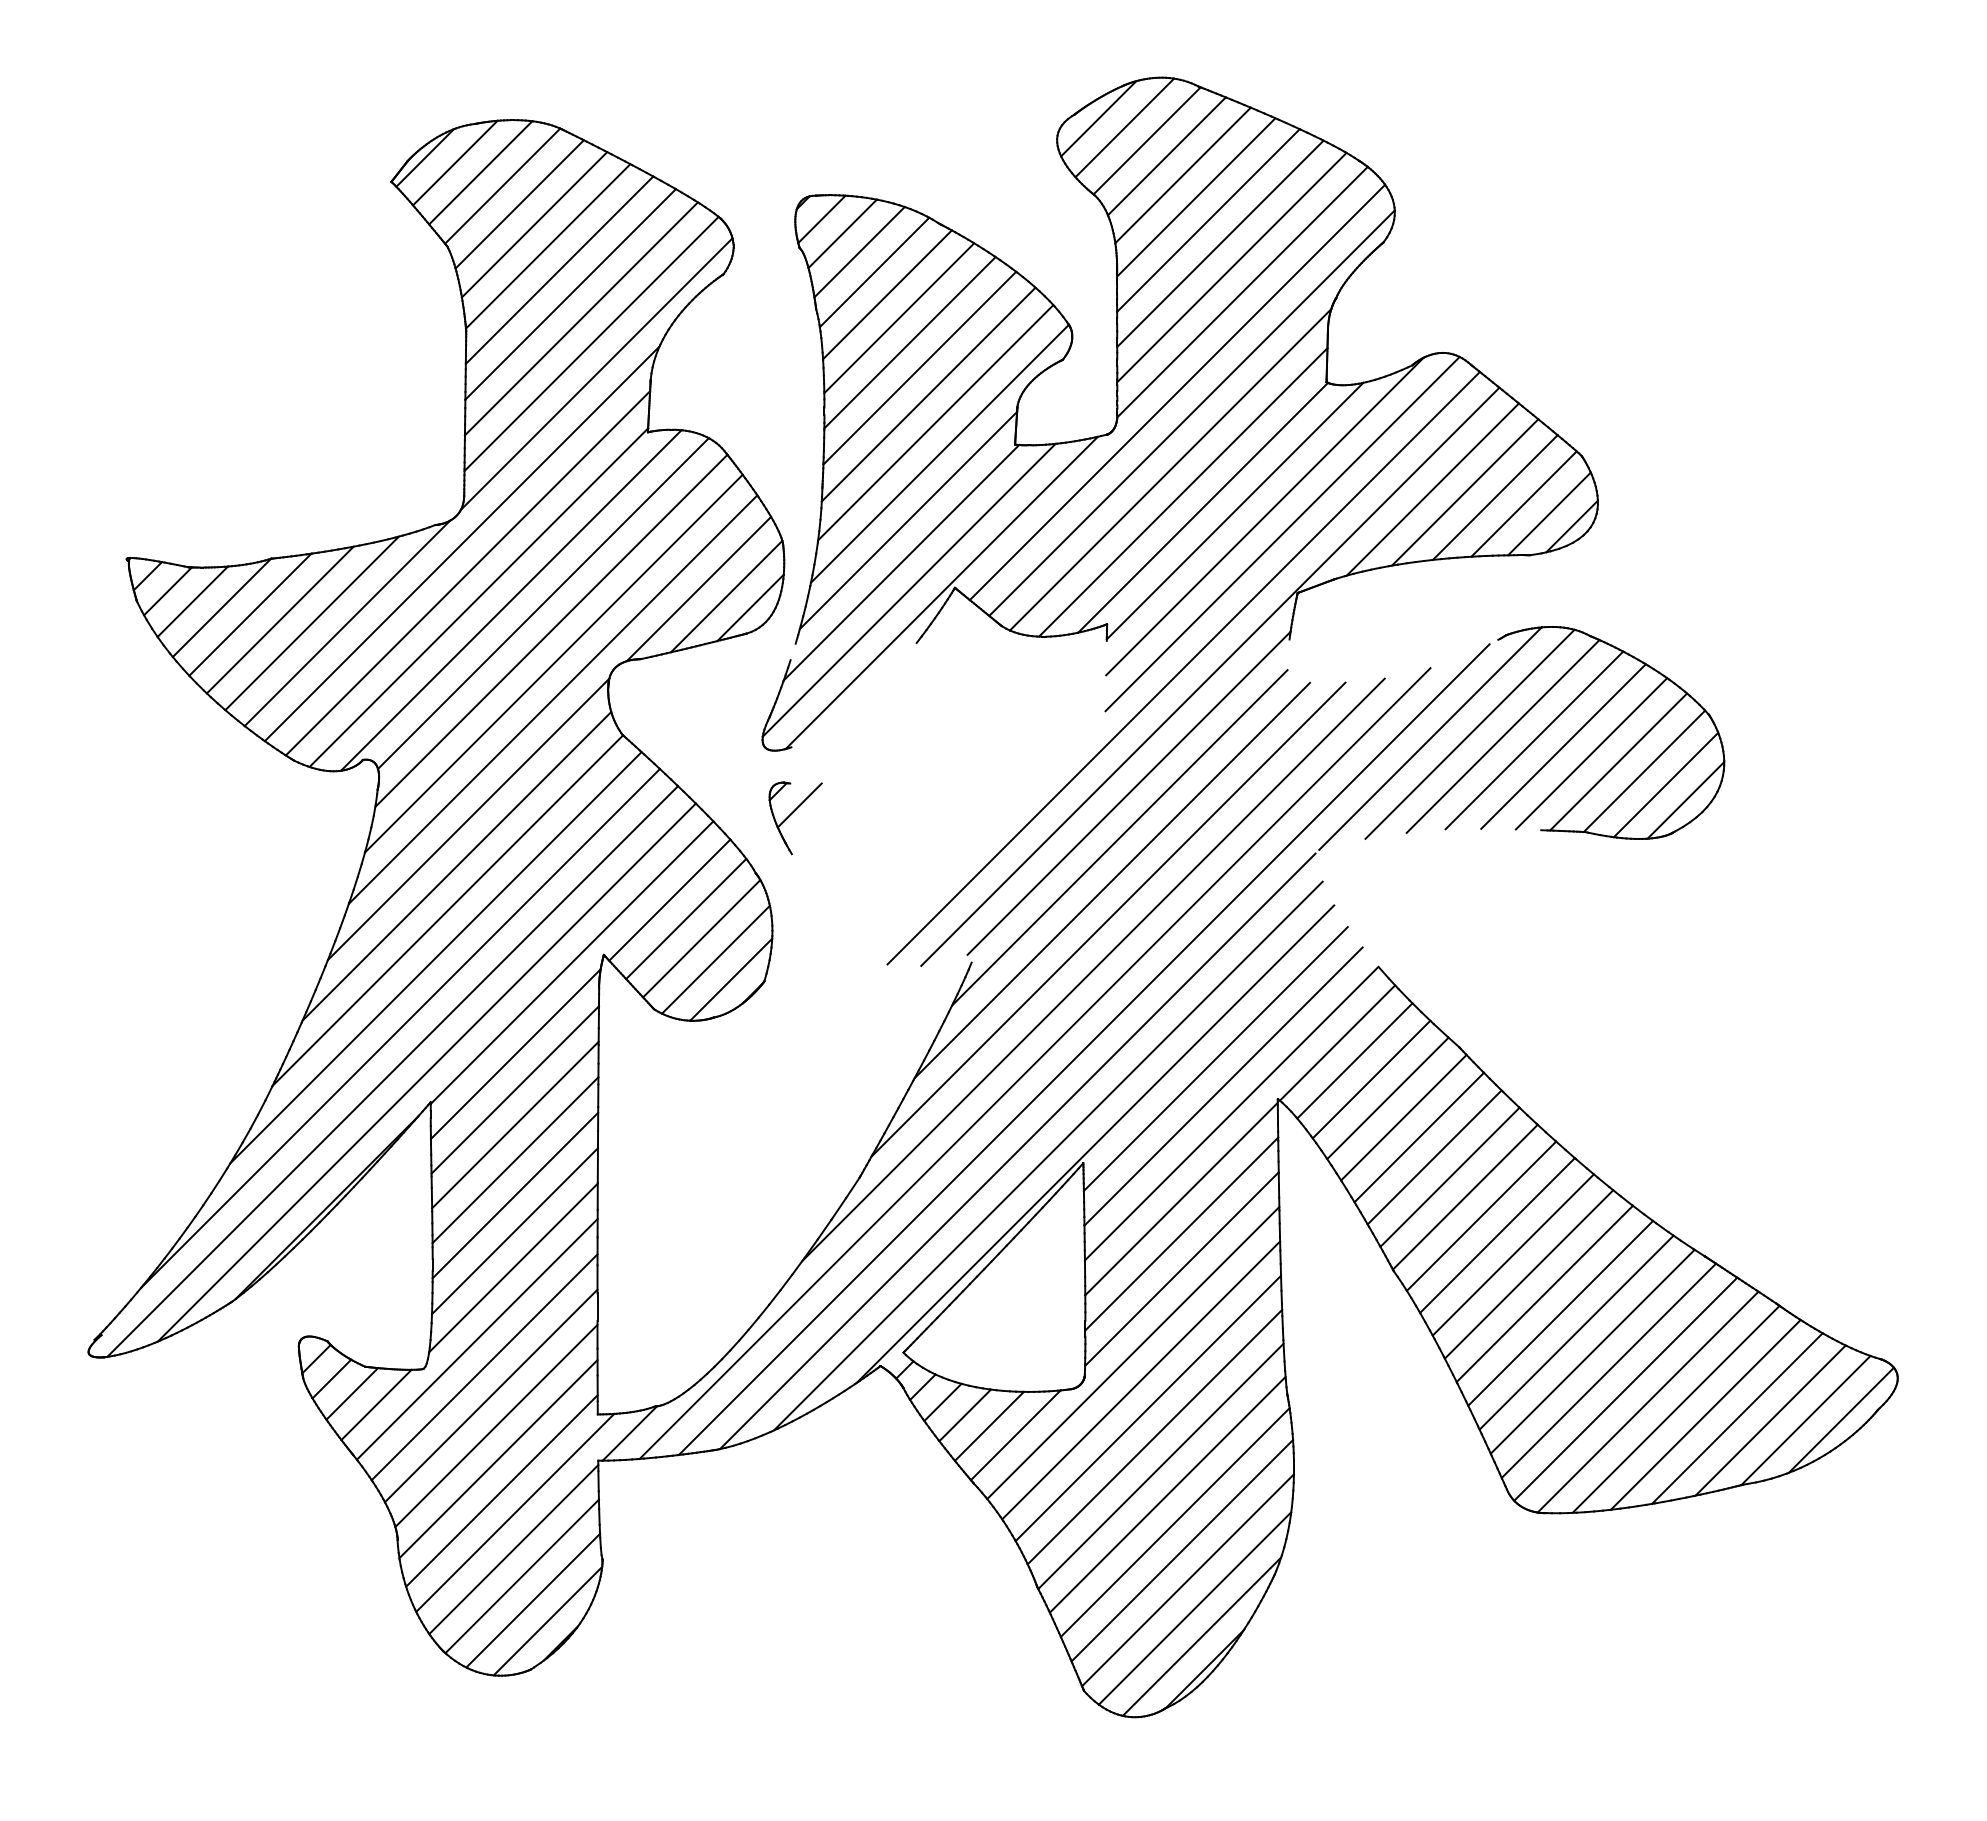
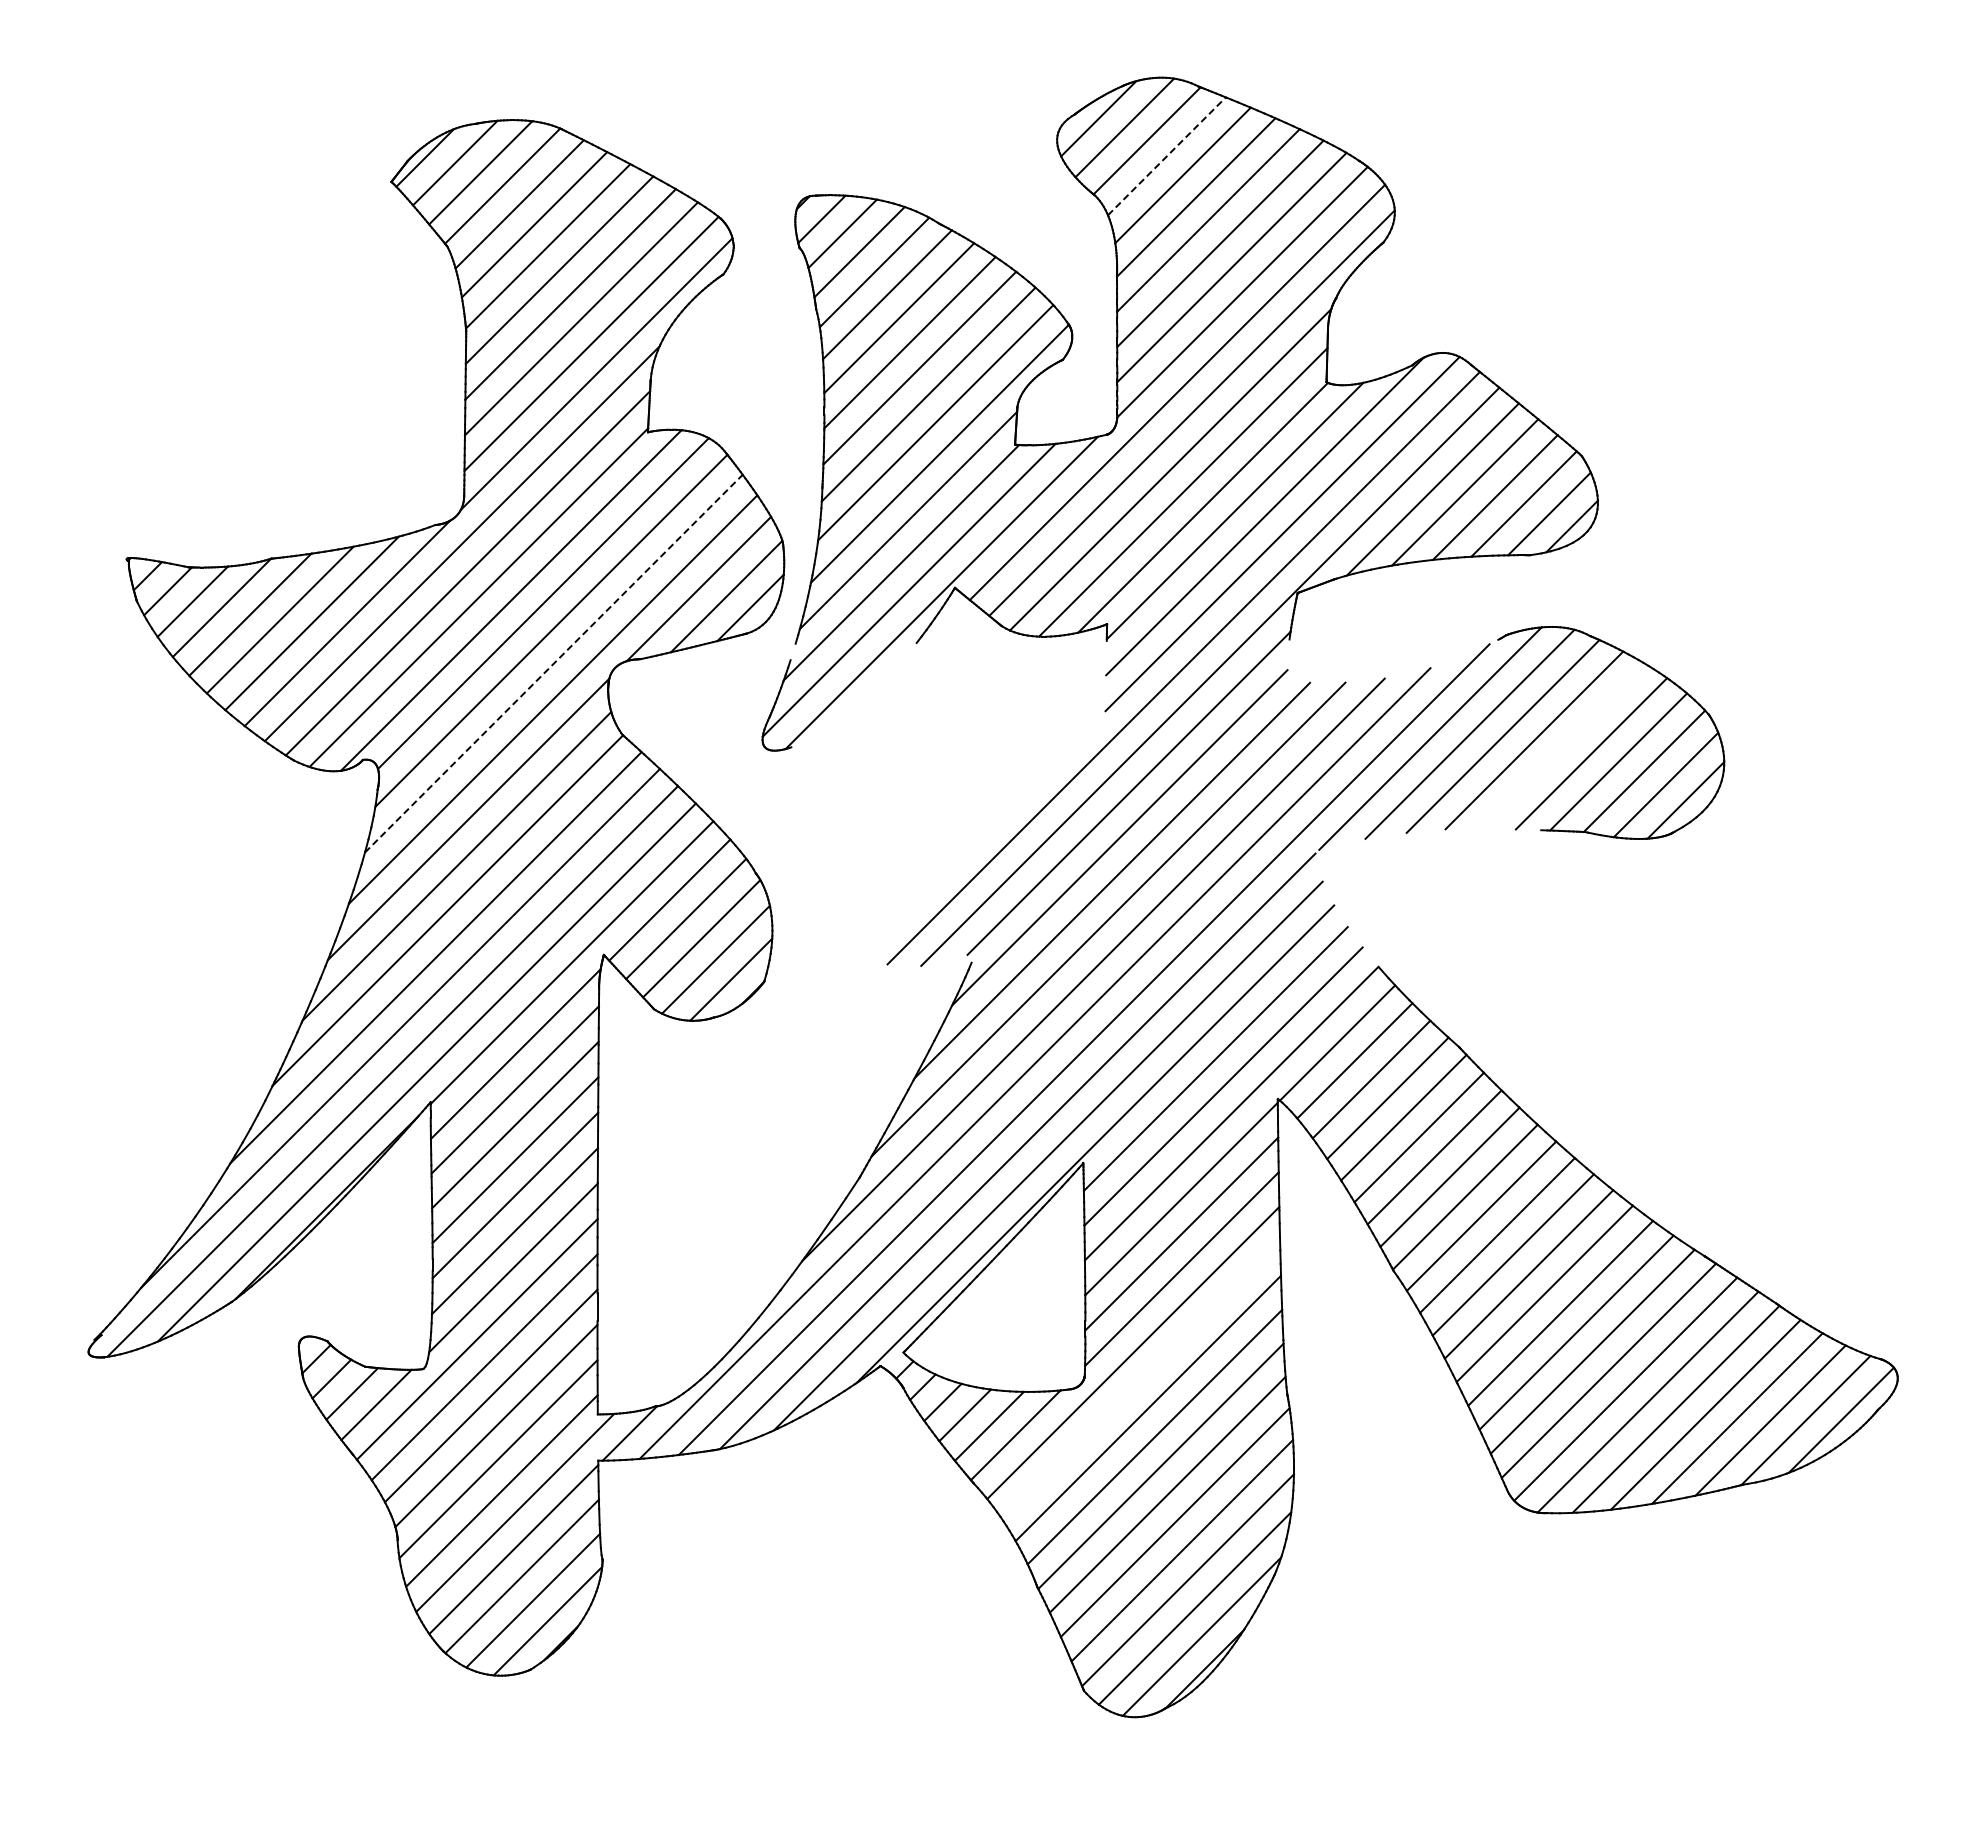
line at (1167, 155): solid -> dashed
line at (554, 663): solid -> dashed
line at (1563, 746): present -> none
part at (795, 818): present -> none
line at (1141, 1380): present -> none
